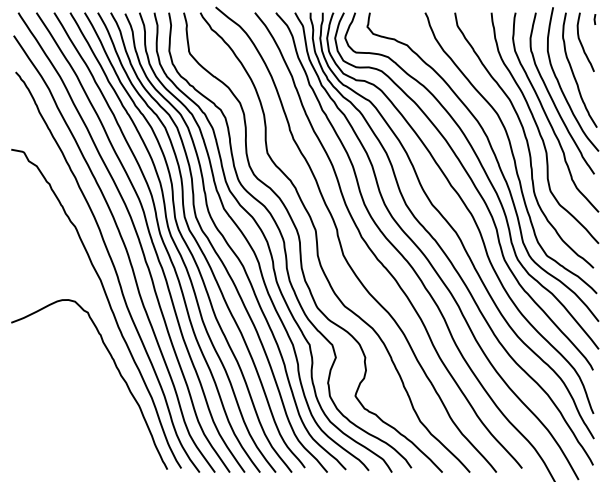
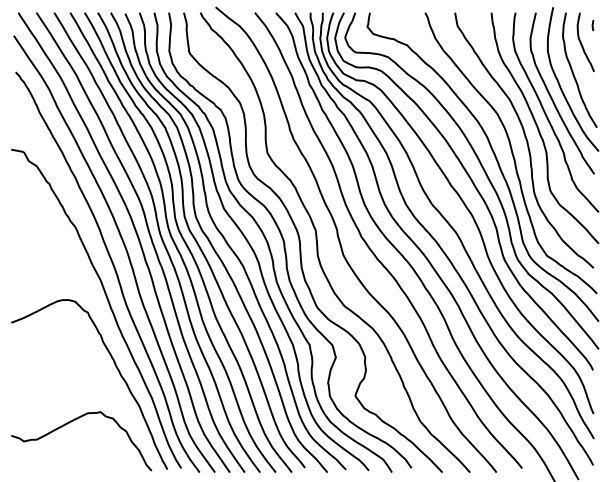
line at (594, 19) position: (594, 19) -> (592, 25)
curve at (71, 422): none -> present
